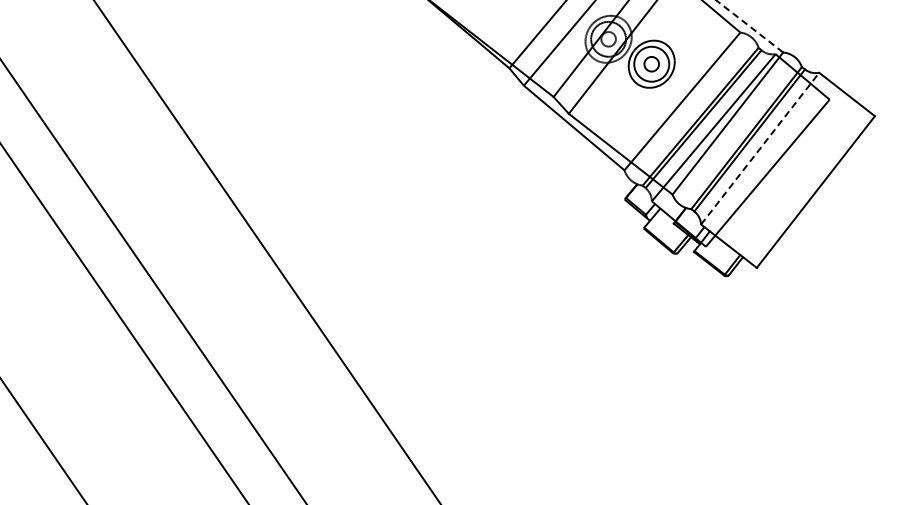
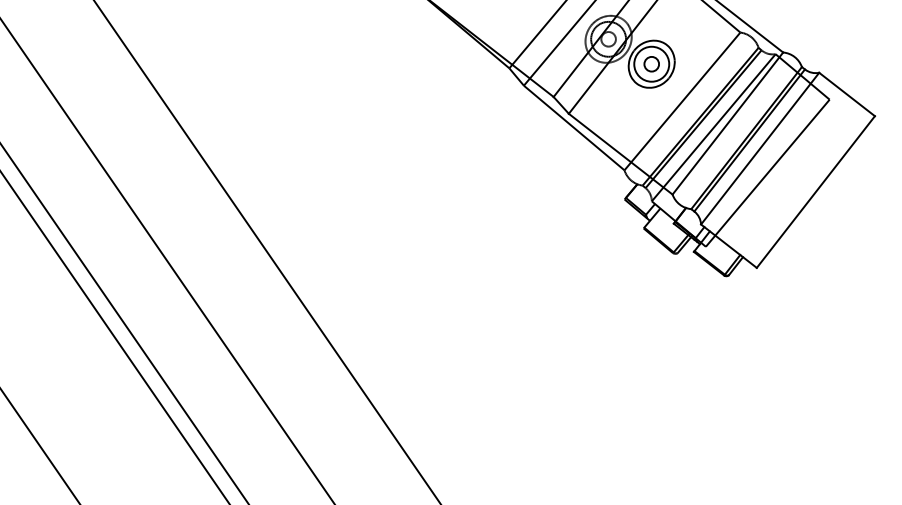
line at (749, 26): dashed -> solid
line at (760, 148): dashed -> solid
line at (153, 281) position: (153, 281) -> (167, 261)
line at (114, 337): none -> present
line at (43, 441) position: (43, 441) -> (40, 446)
